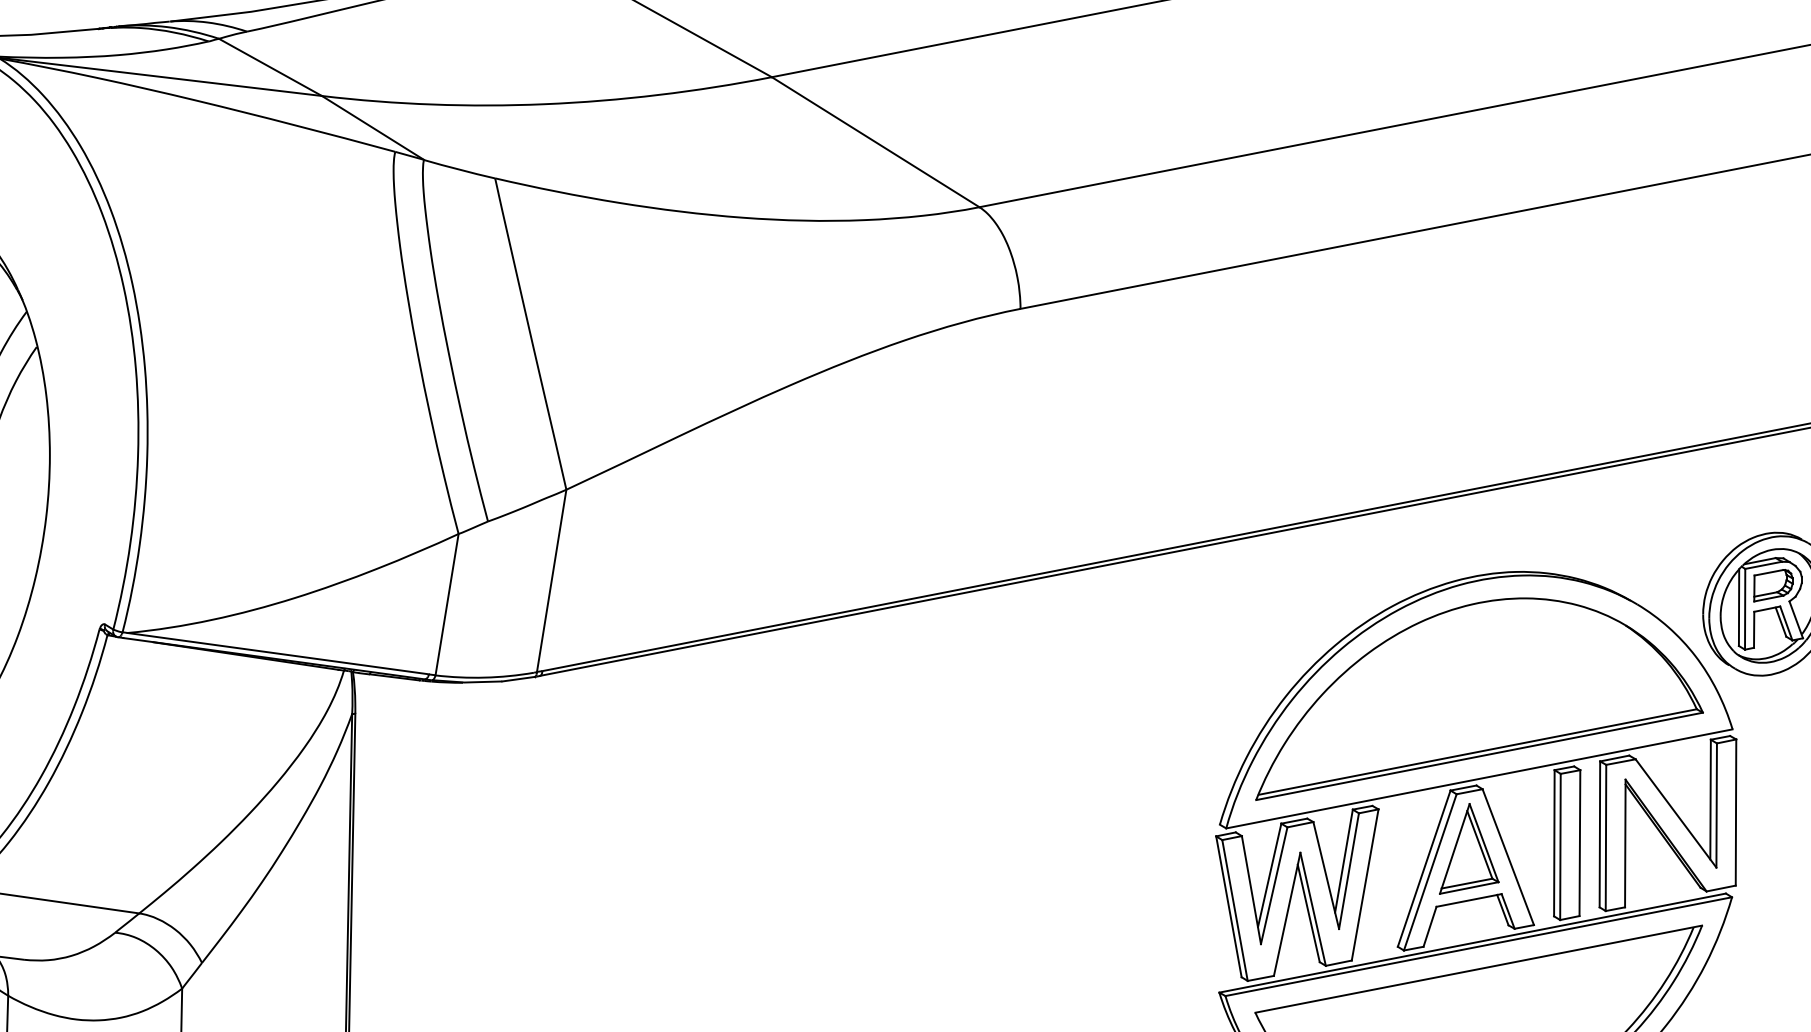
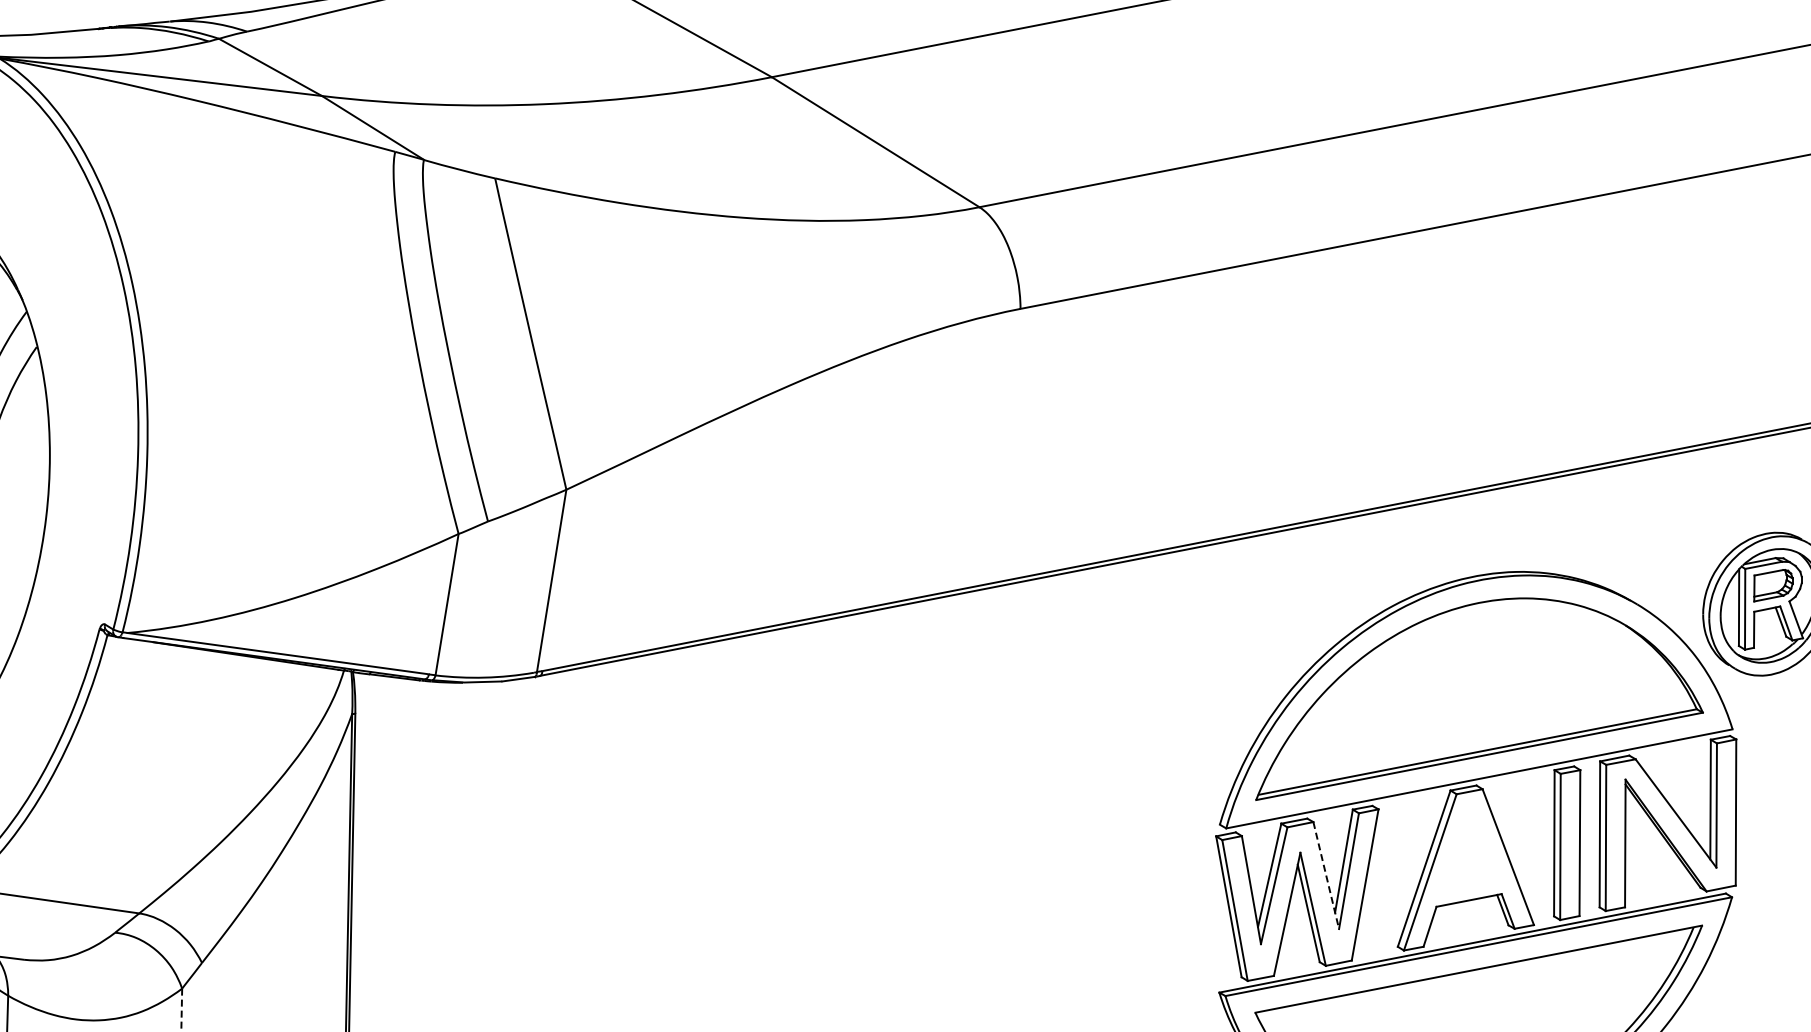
part at (1469, 848): present -> none
line at (1326, 876): solid -> dashed
line at (181, 1010): solid -> dashed
